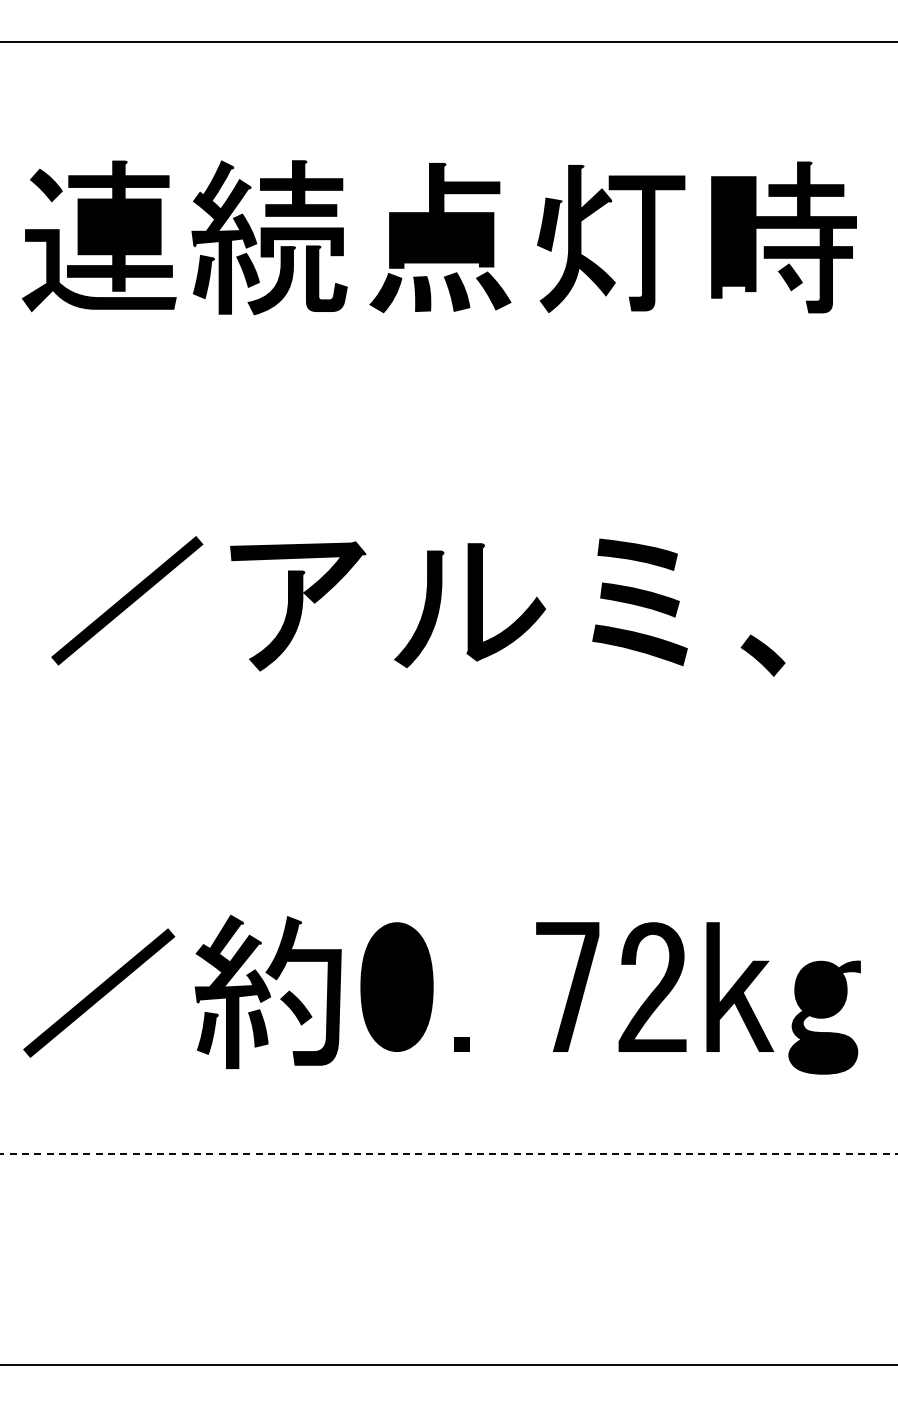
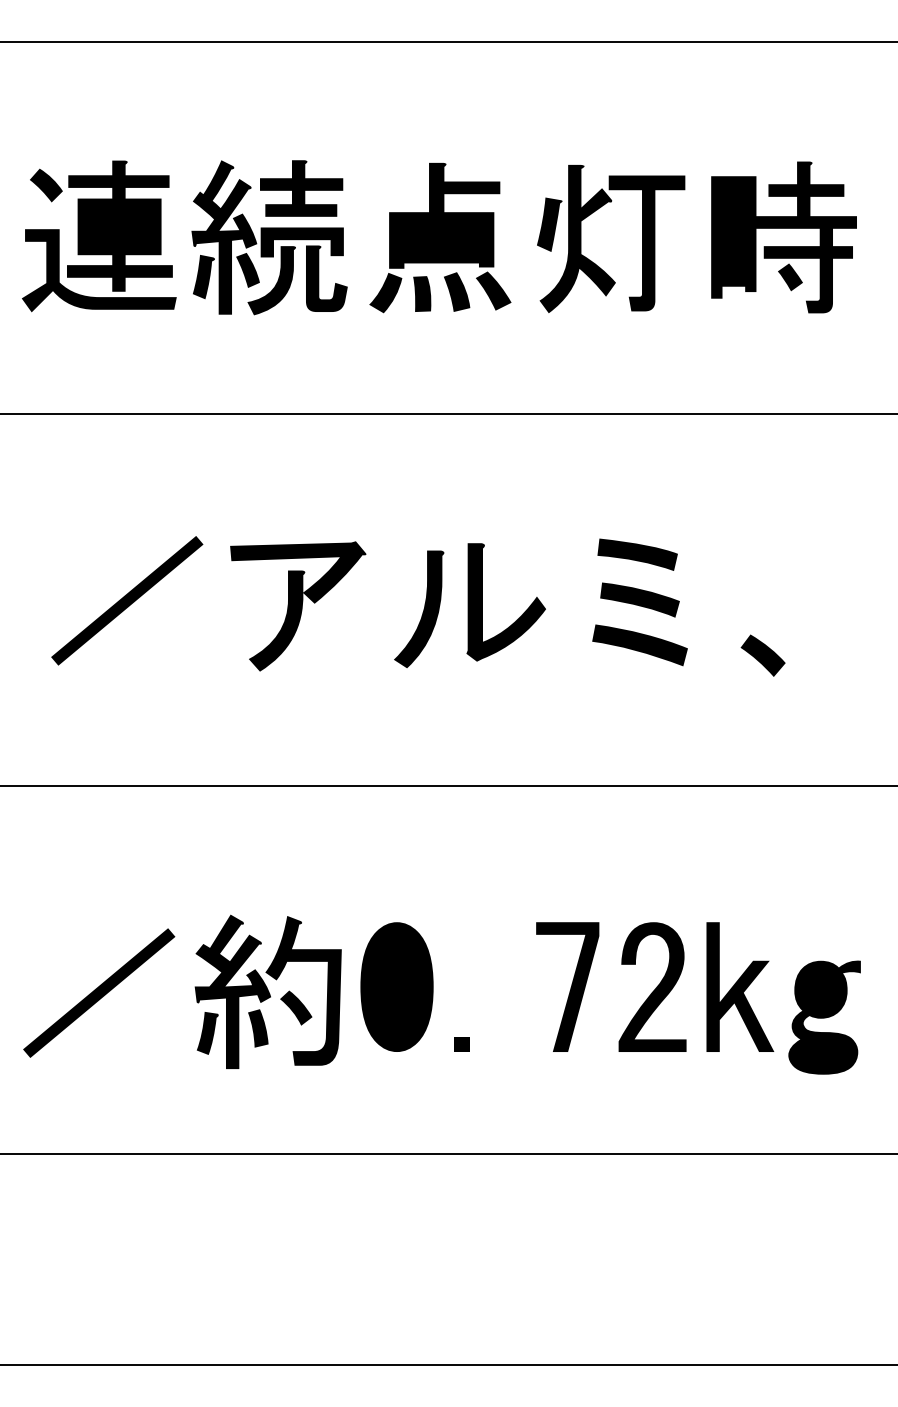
line at (448, 414): none -> present
line at (448, 786): none -> present
line at (448, 1154): dashed -> solid
